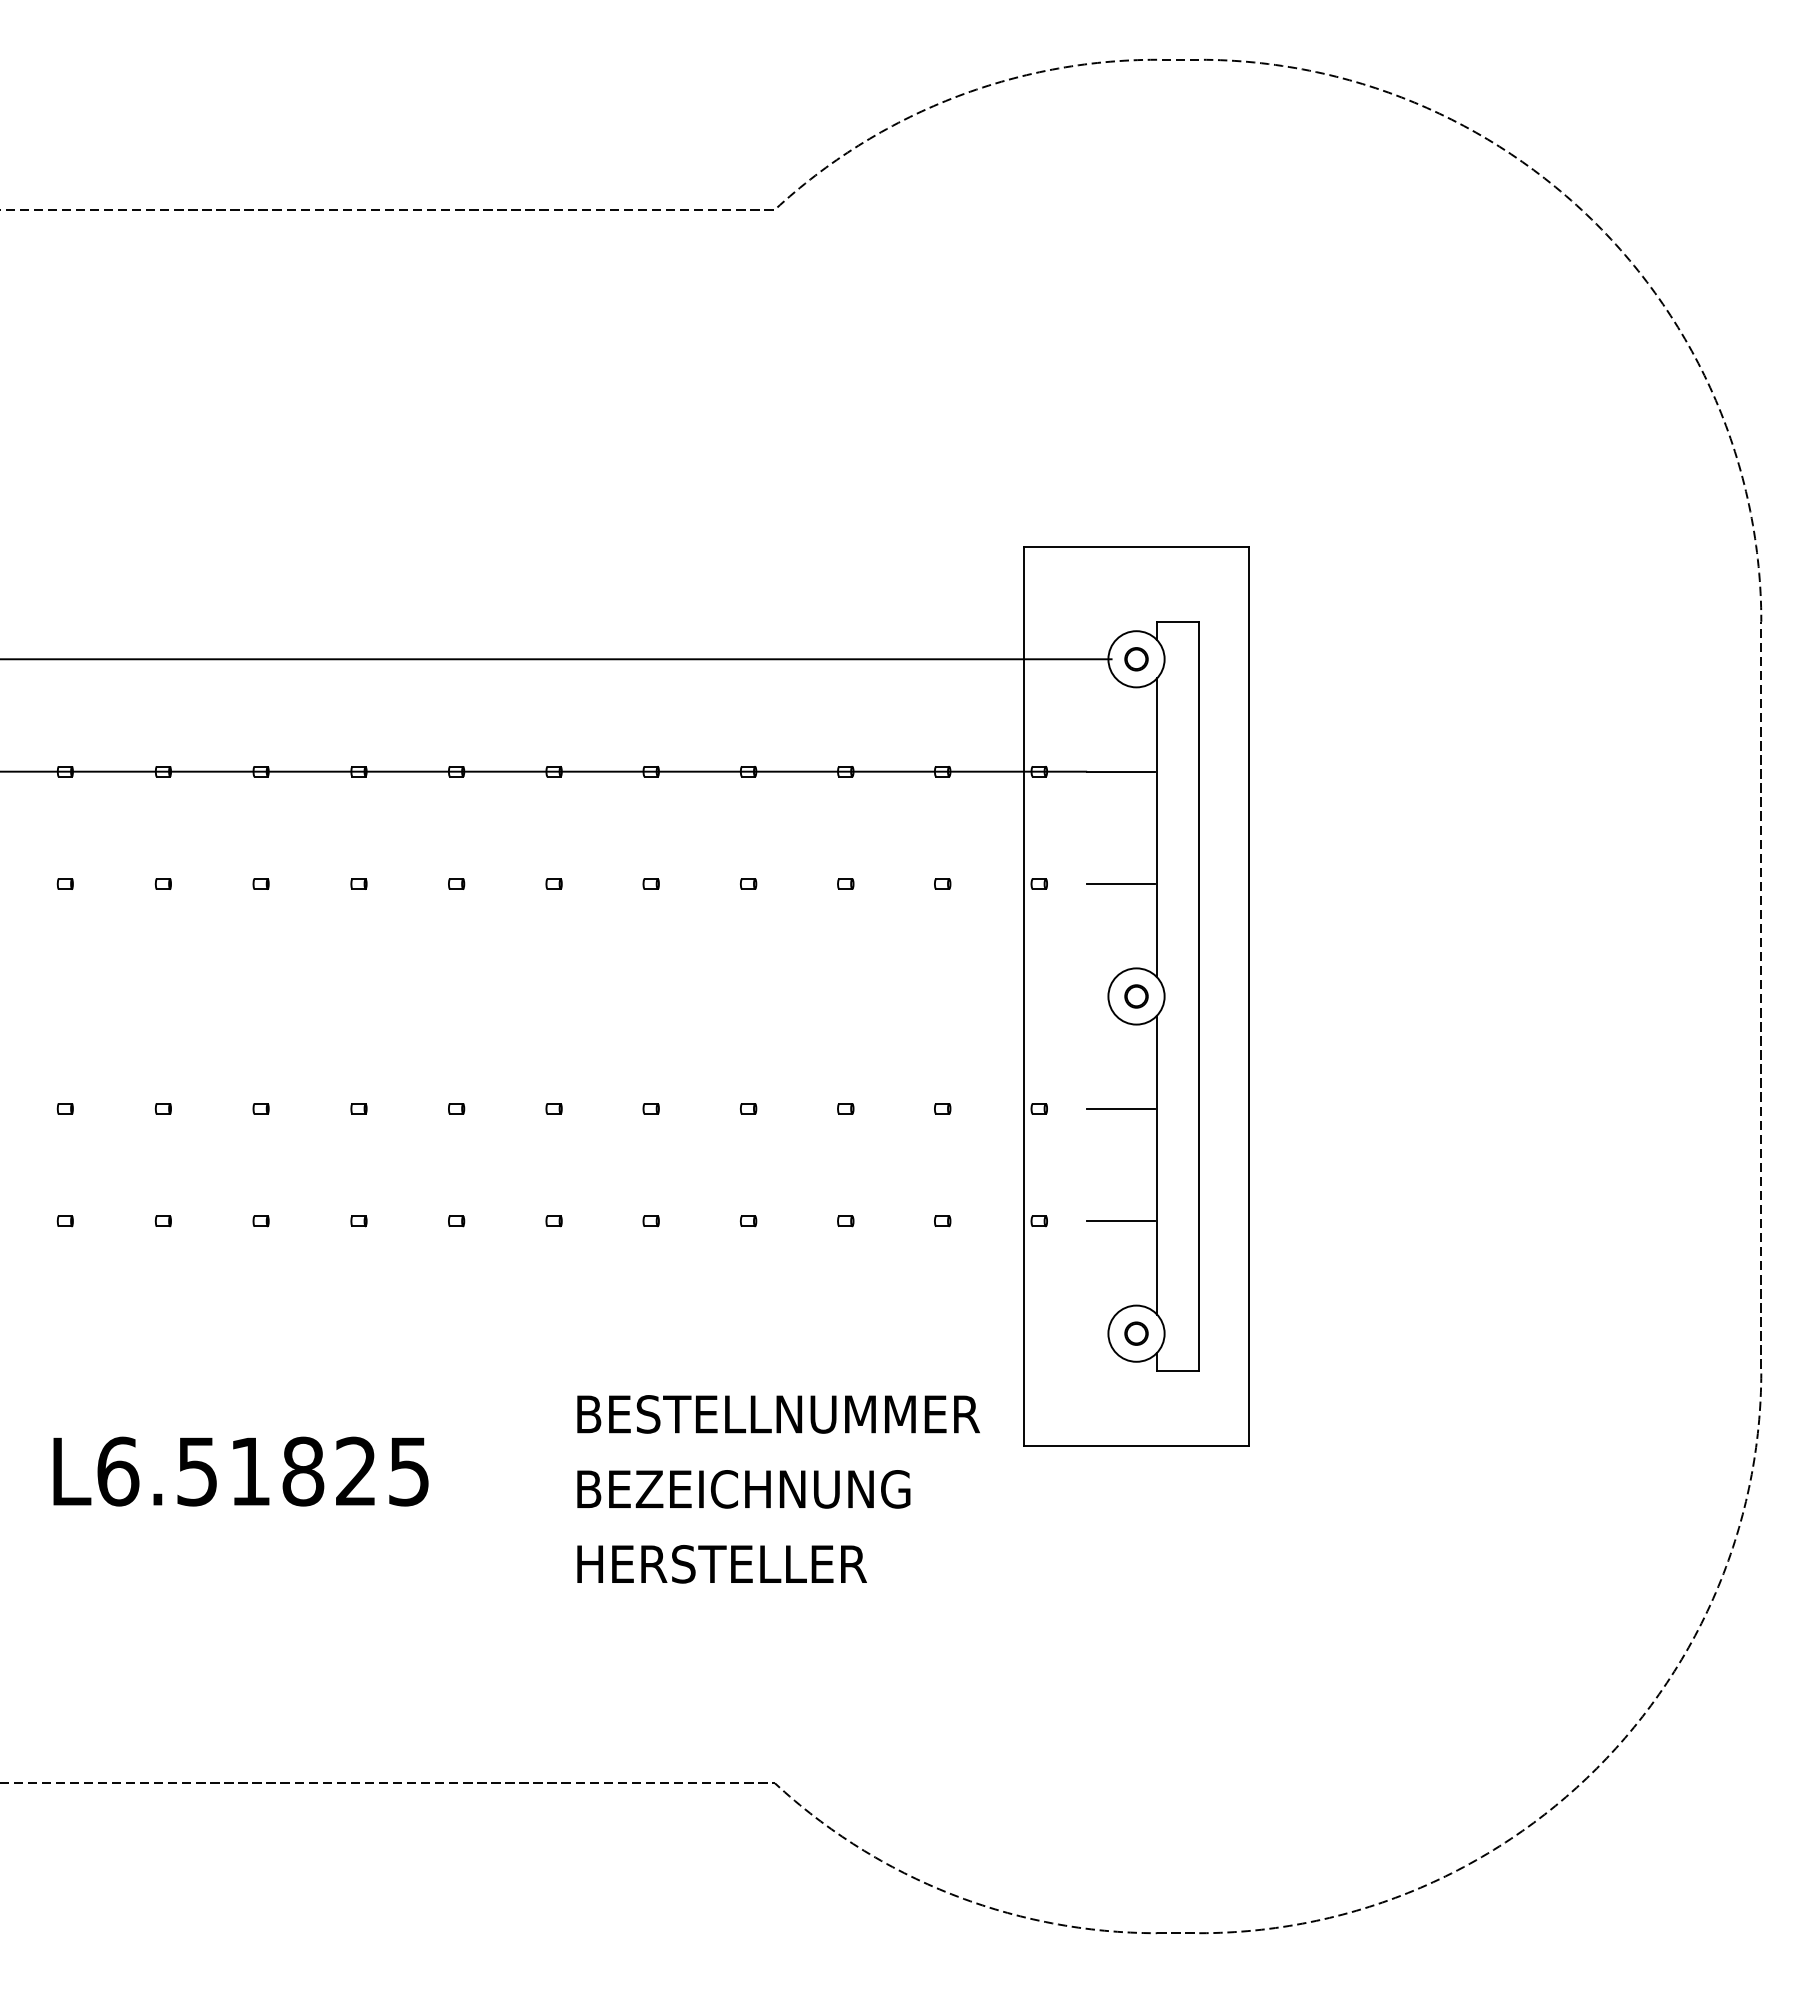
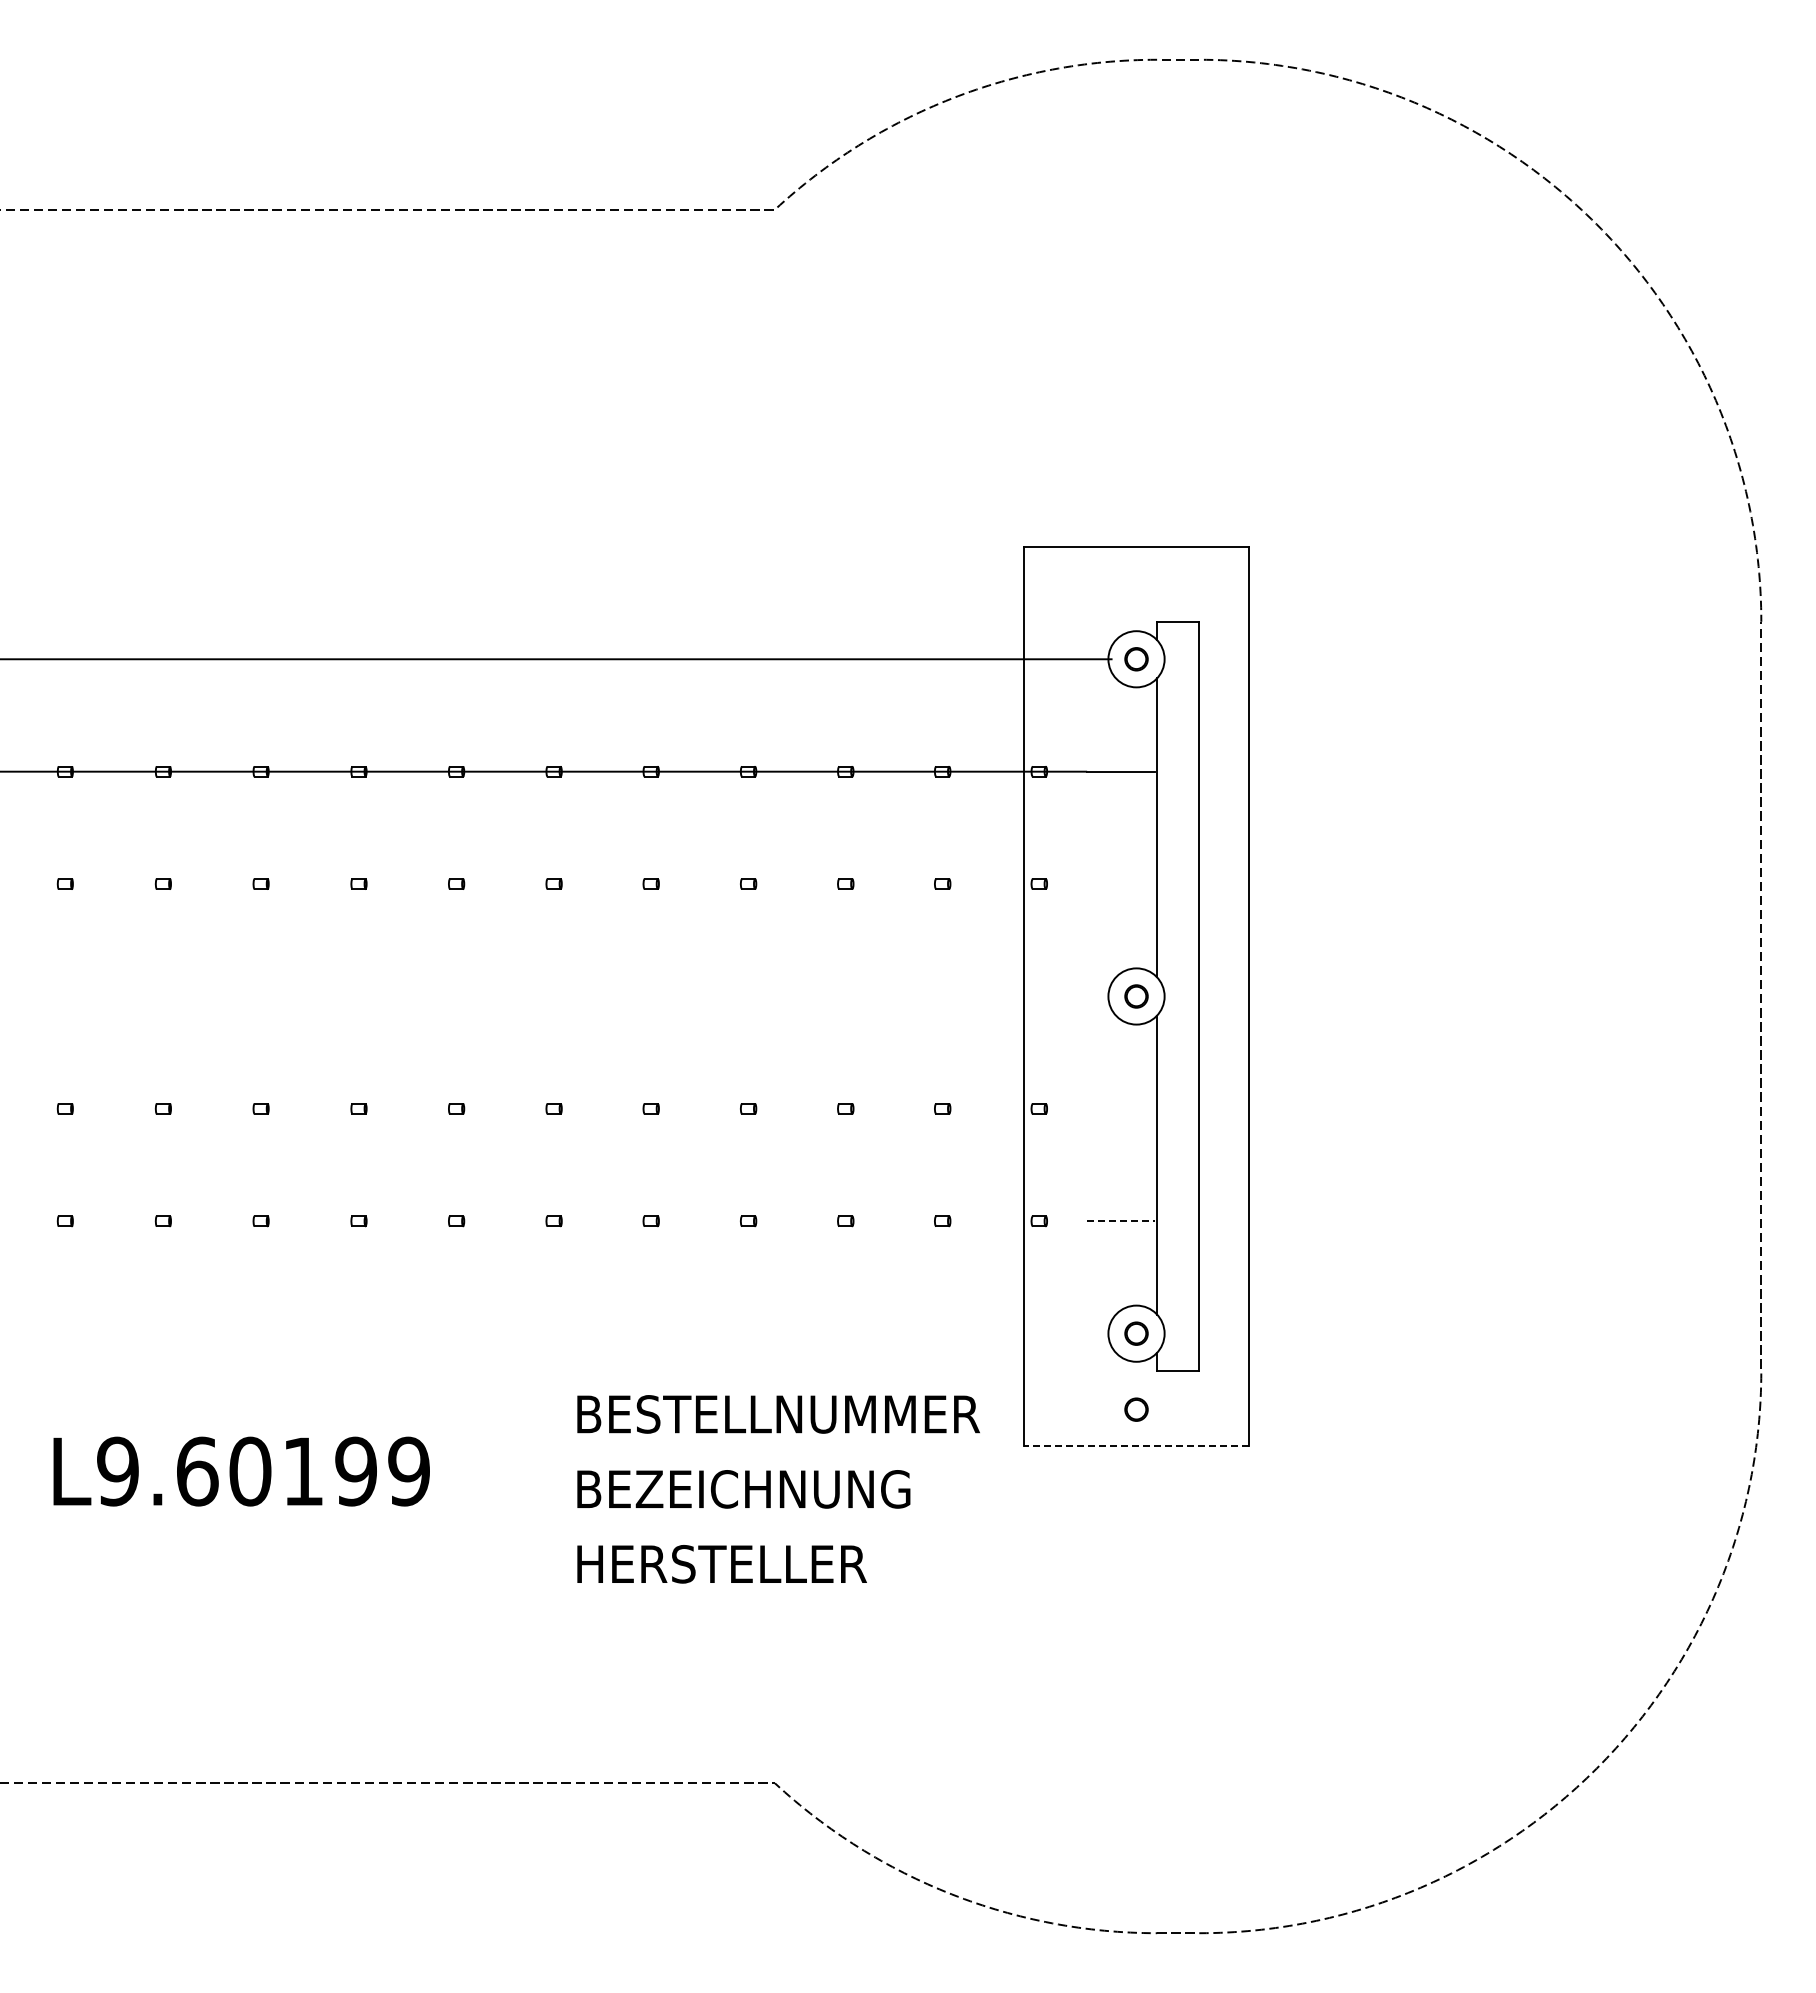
line at (1120, 884): present -> none
line at (1120, 1108): present -> none
line at (1121, 1221): solid -> dashed
circle at (1136, 1409): none -> present
line at (1136, 1446): solid -> dashed
text at (263, 1471): L6.51825 -> L9.60199
